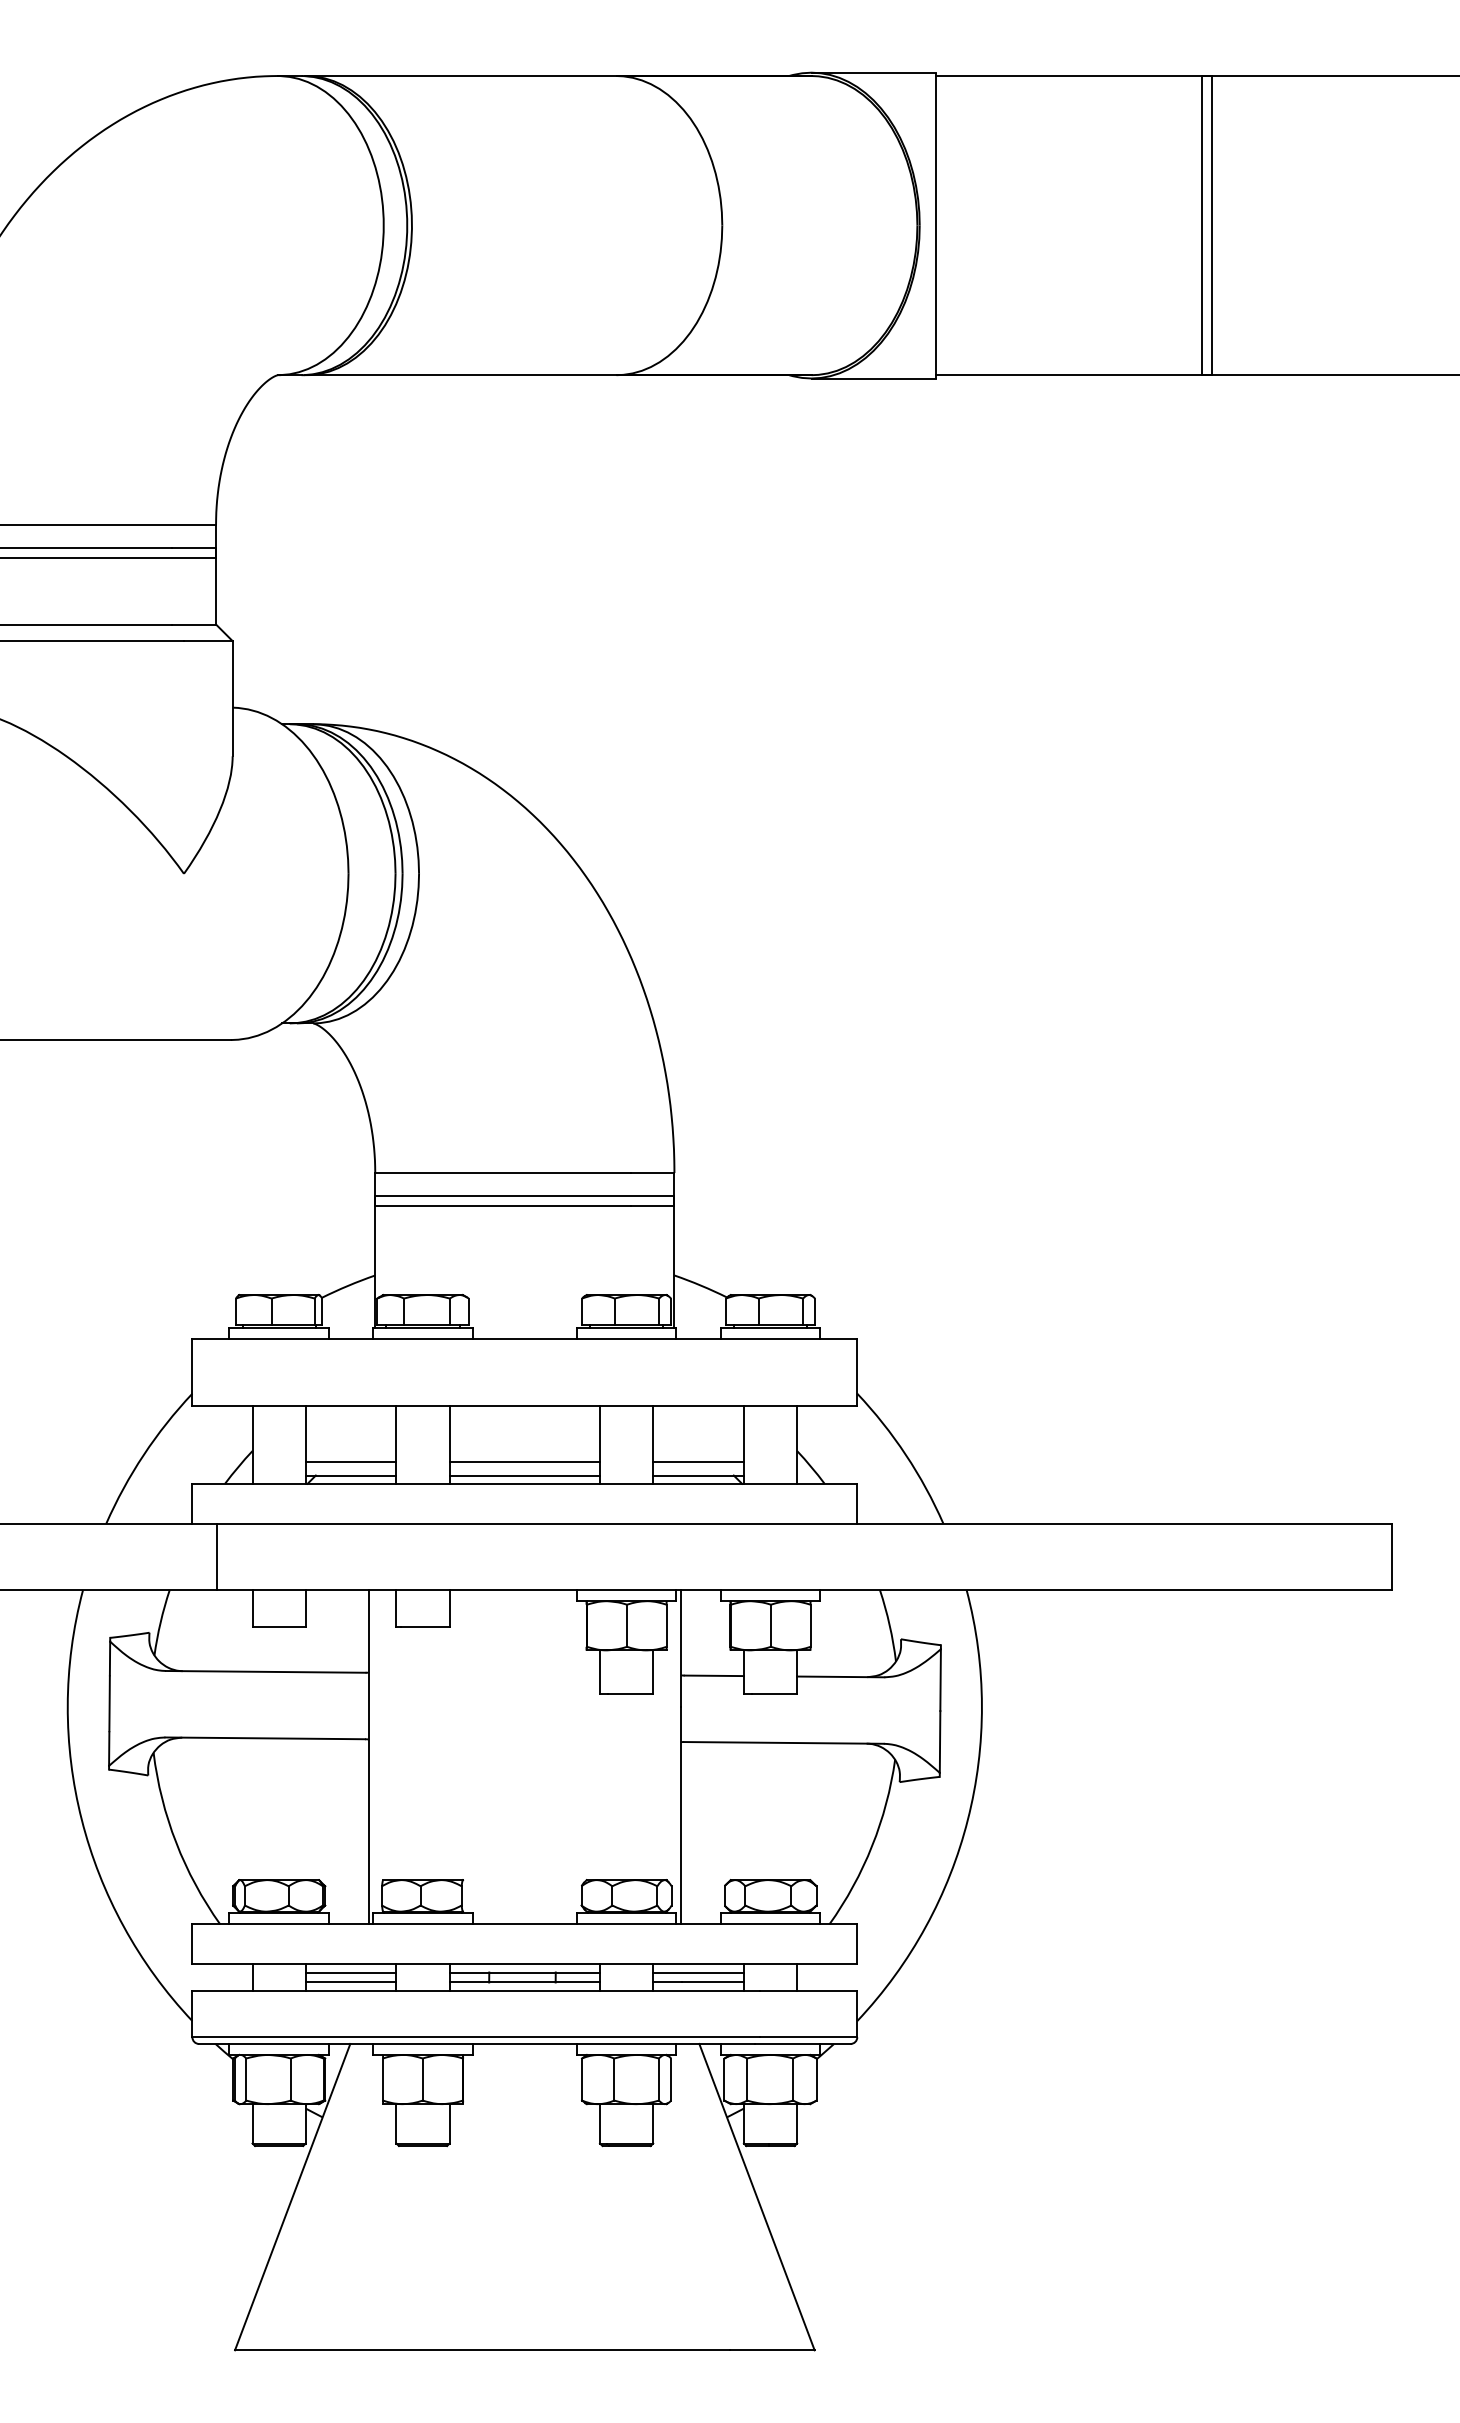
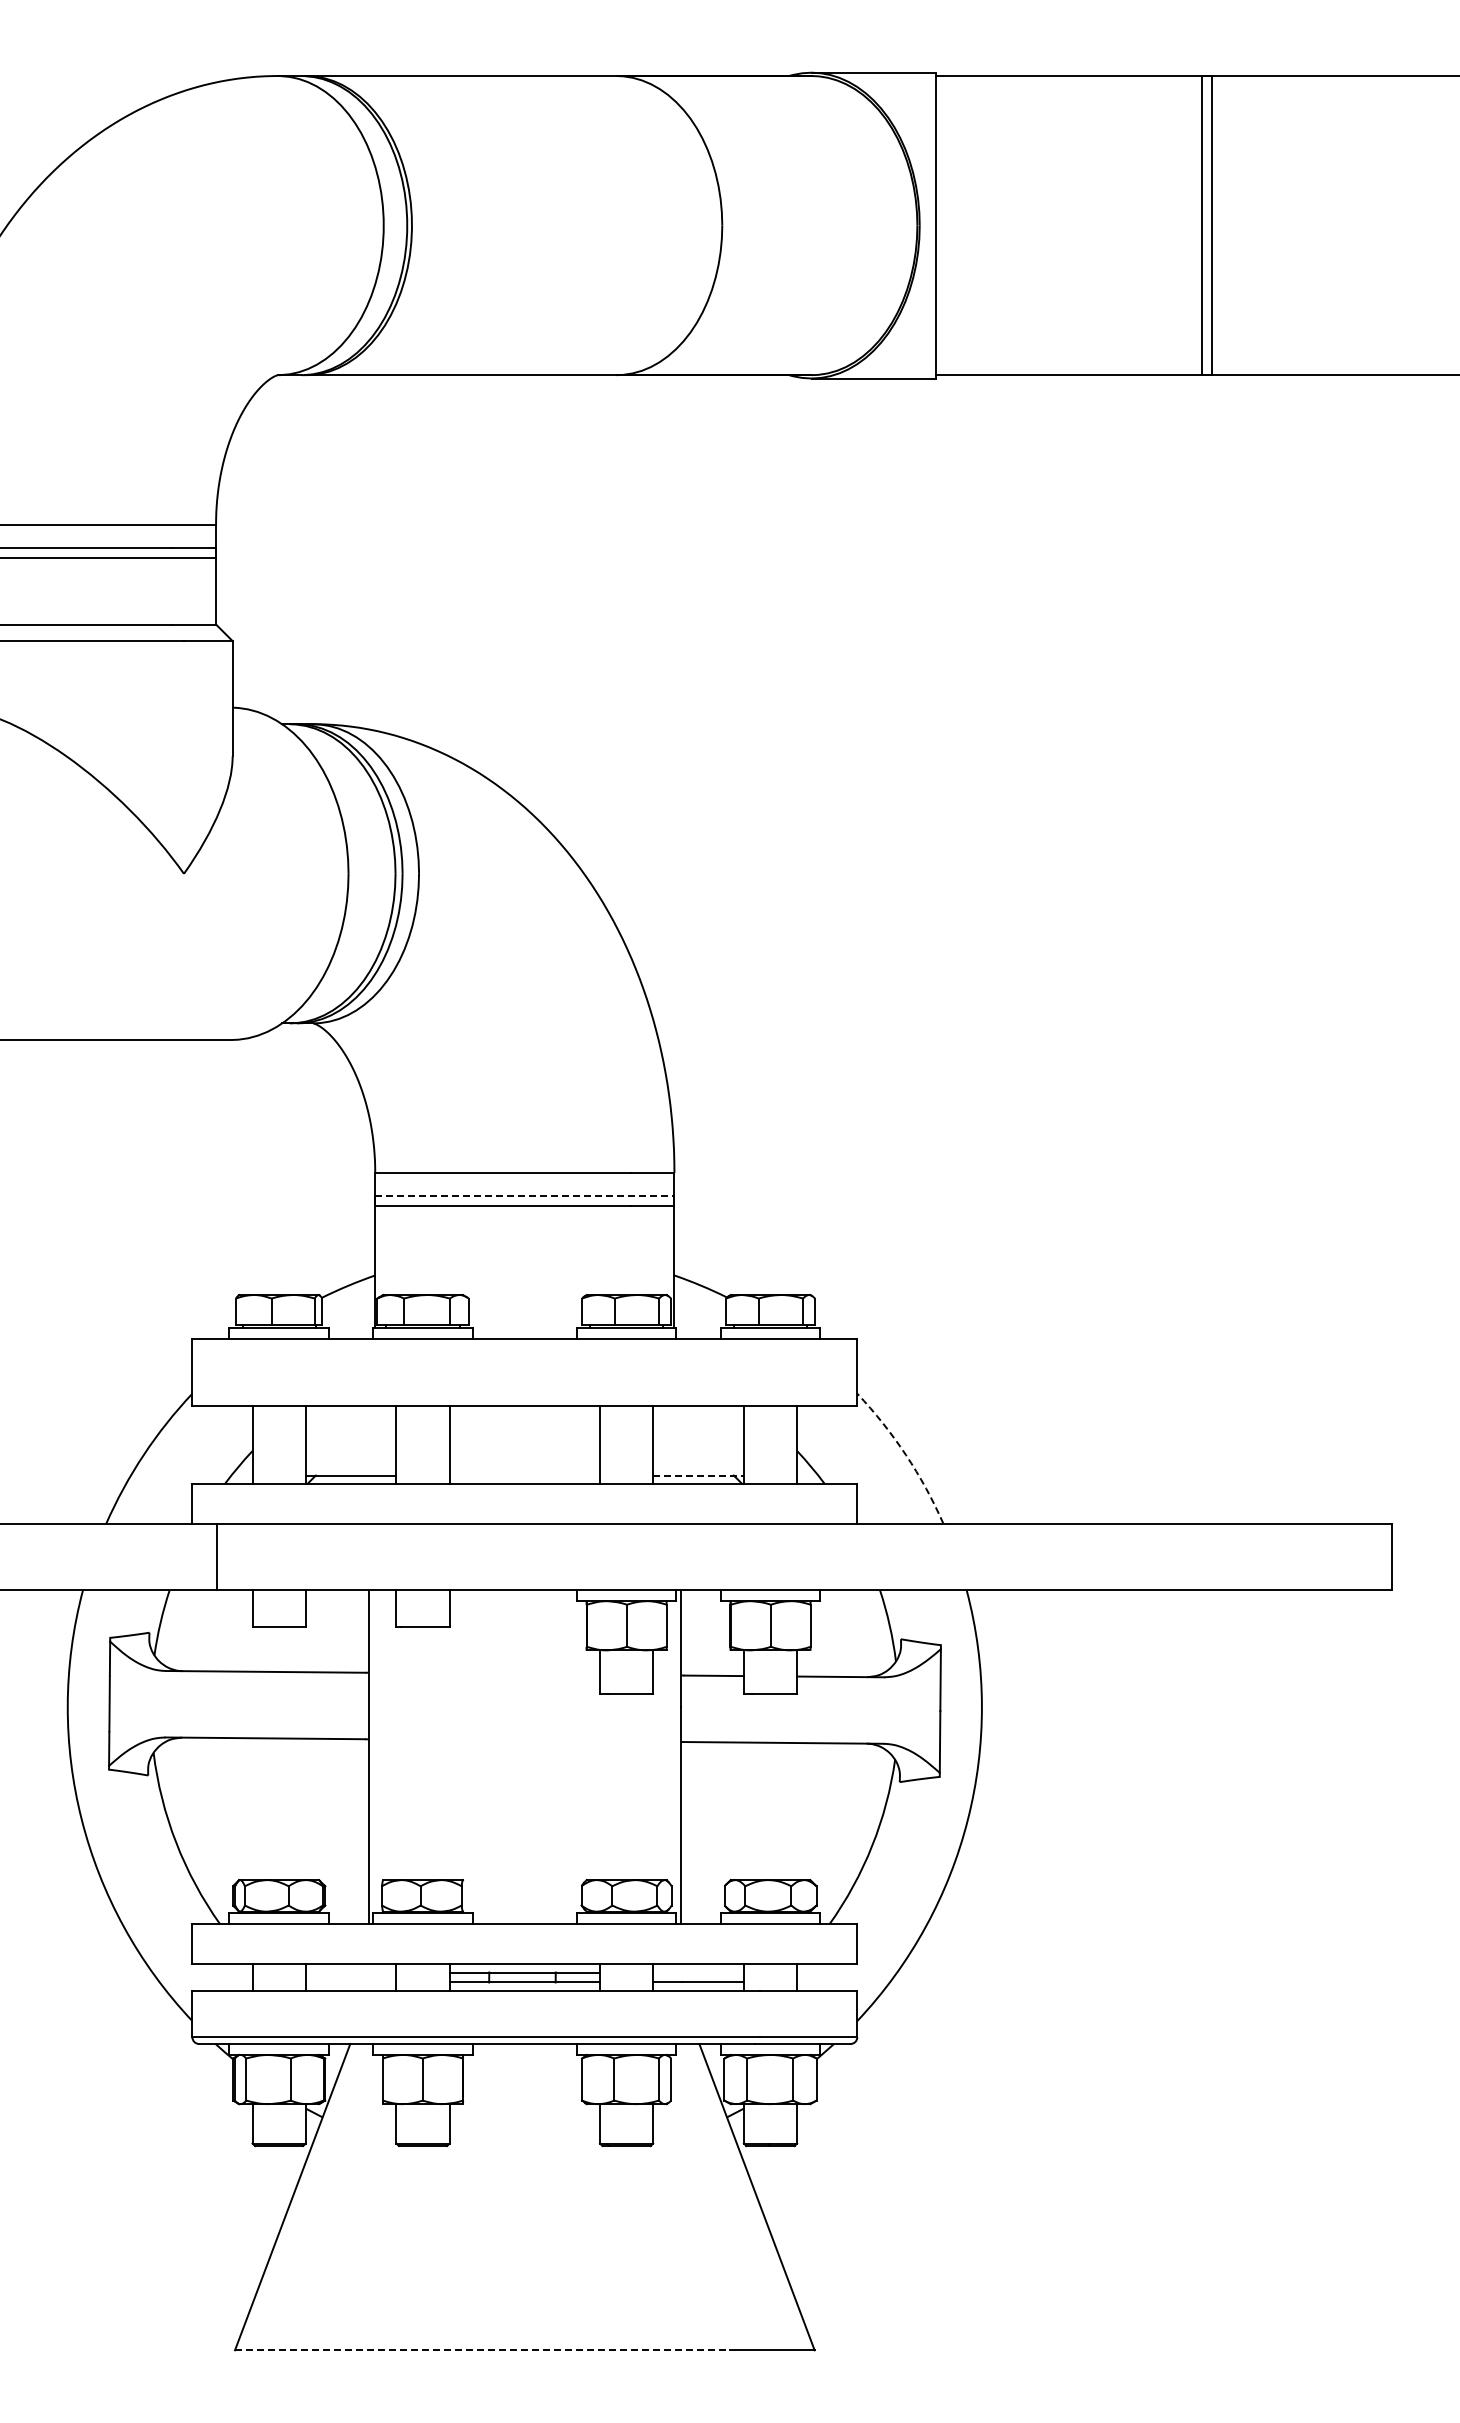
line at (524, 1196): solid -> dashed
arc at (905, 1455): solid -> dashed
line at (350, 1462): present -> none
line at (524, 1462): present -> none
line at (698, 1462): present -> none
line at (524, 1475): present -> none
line at (699, 1475): solid -> dashed
line at (350, 1972): present -> none
line at (698, 1972): present -> none
line at (350, 1982): present -> none
line at (482, 2350): solid -> dashed
